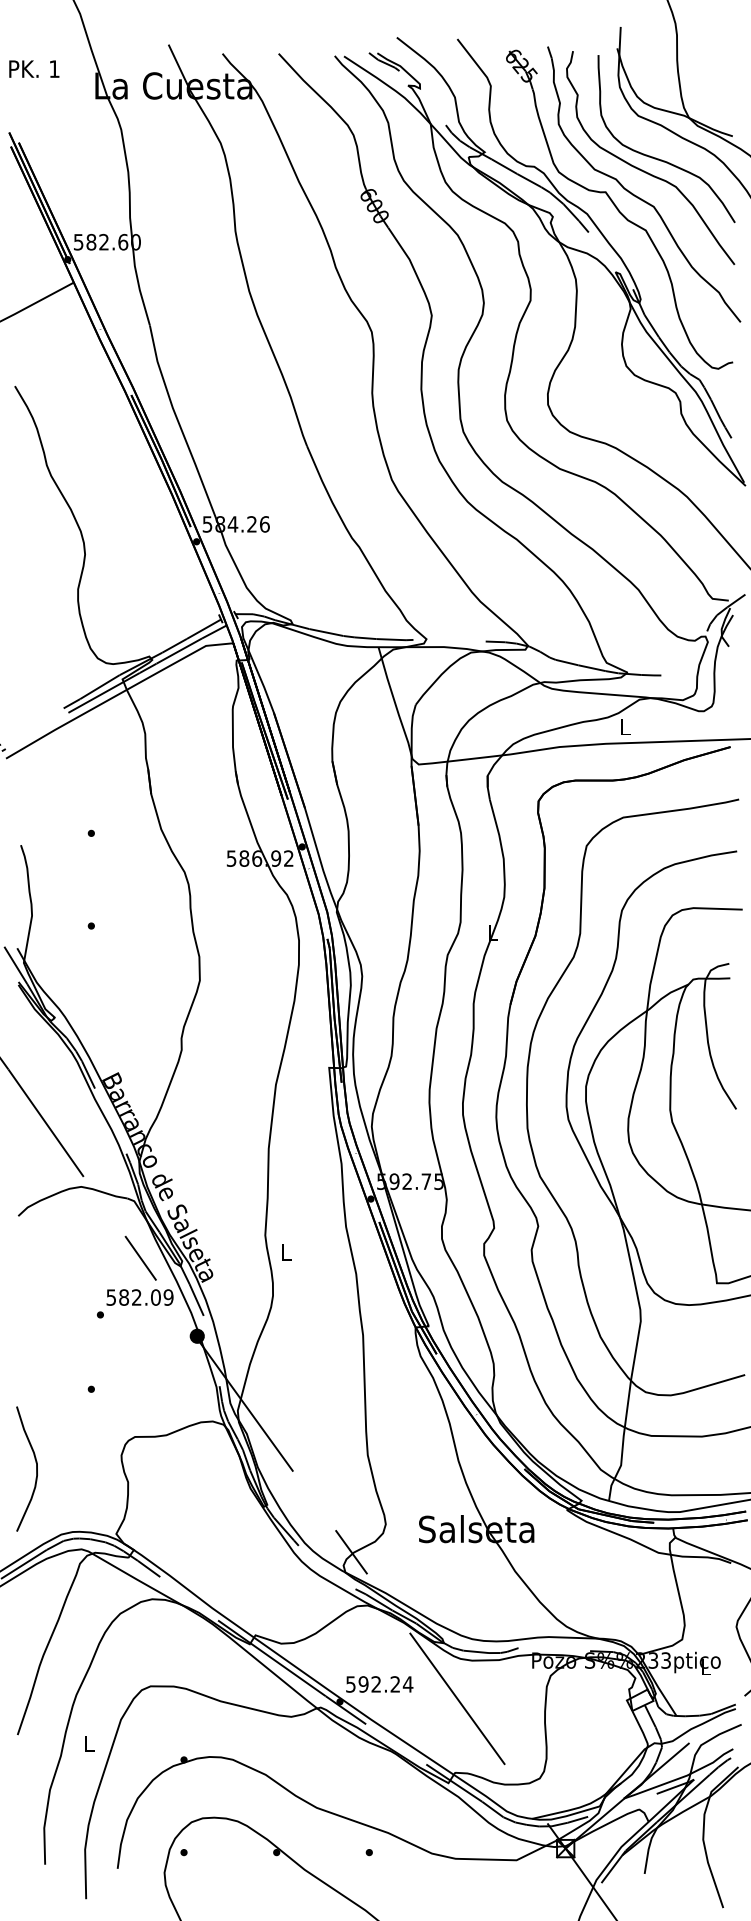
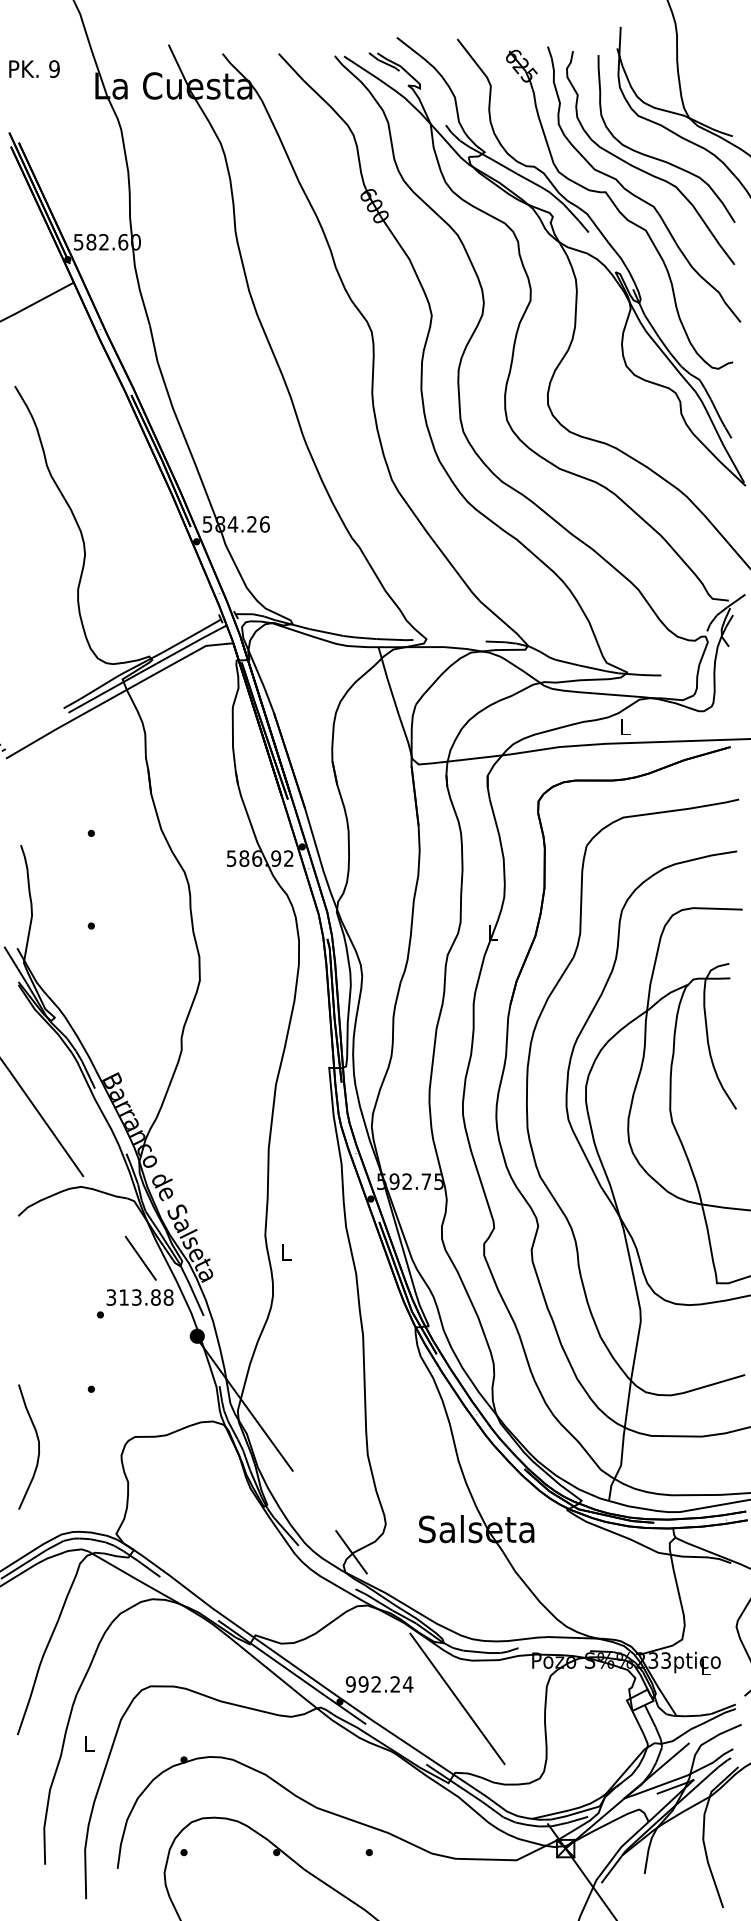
text at (54, 69): 1 -> 9
text at (140, 1297): 582.09 -> 313.88
curve at (36, 1468) position: (36, 1468) -> (38, 1446)
text at (350, 1684): 592.24 -> 992.24
